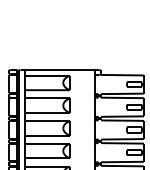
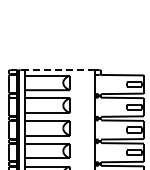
line at (59, 70): solid -> dashed
